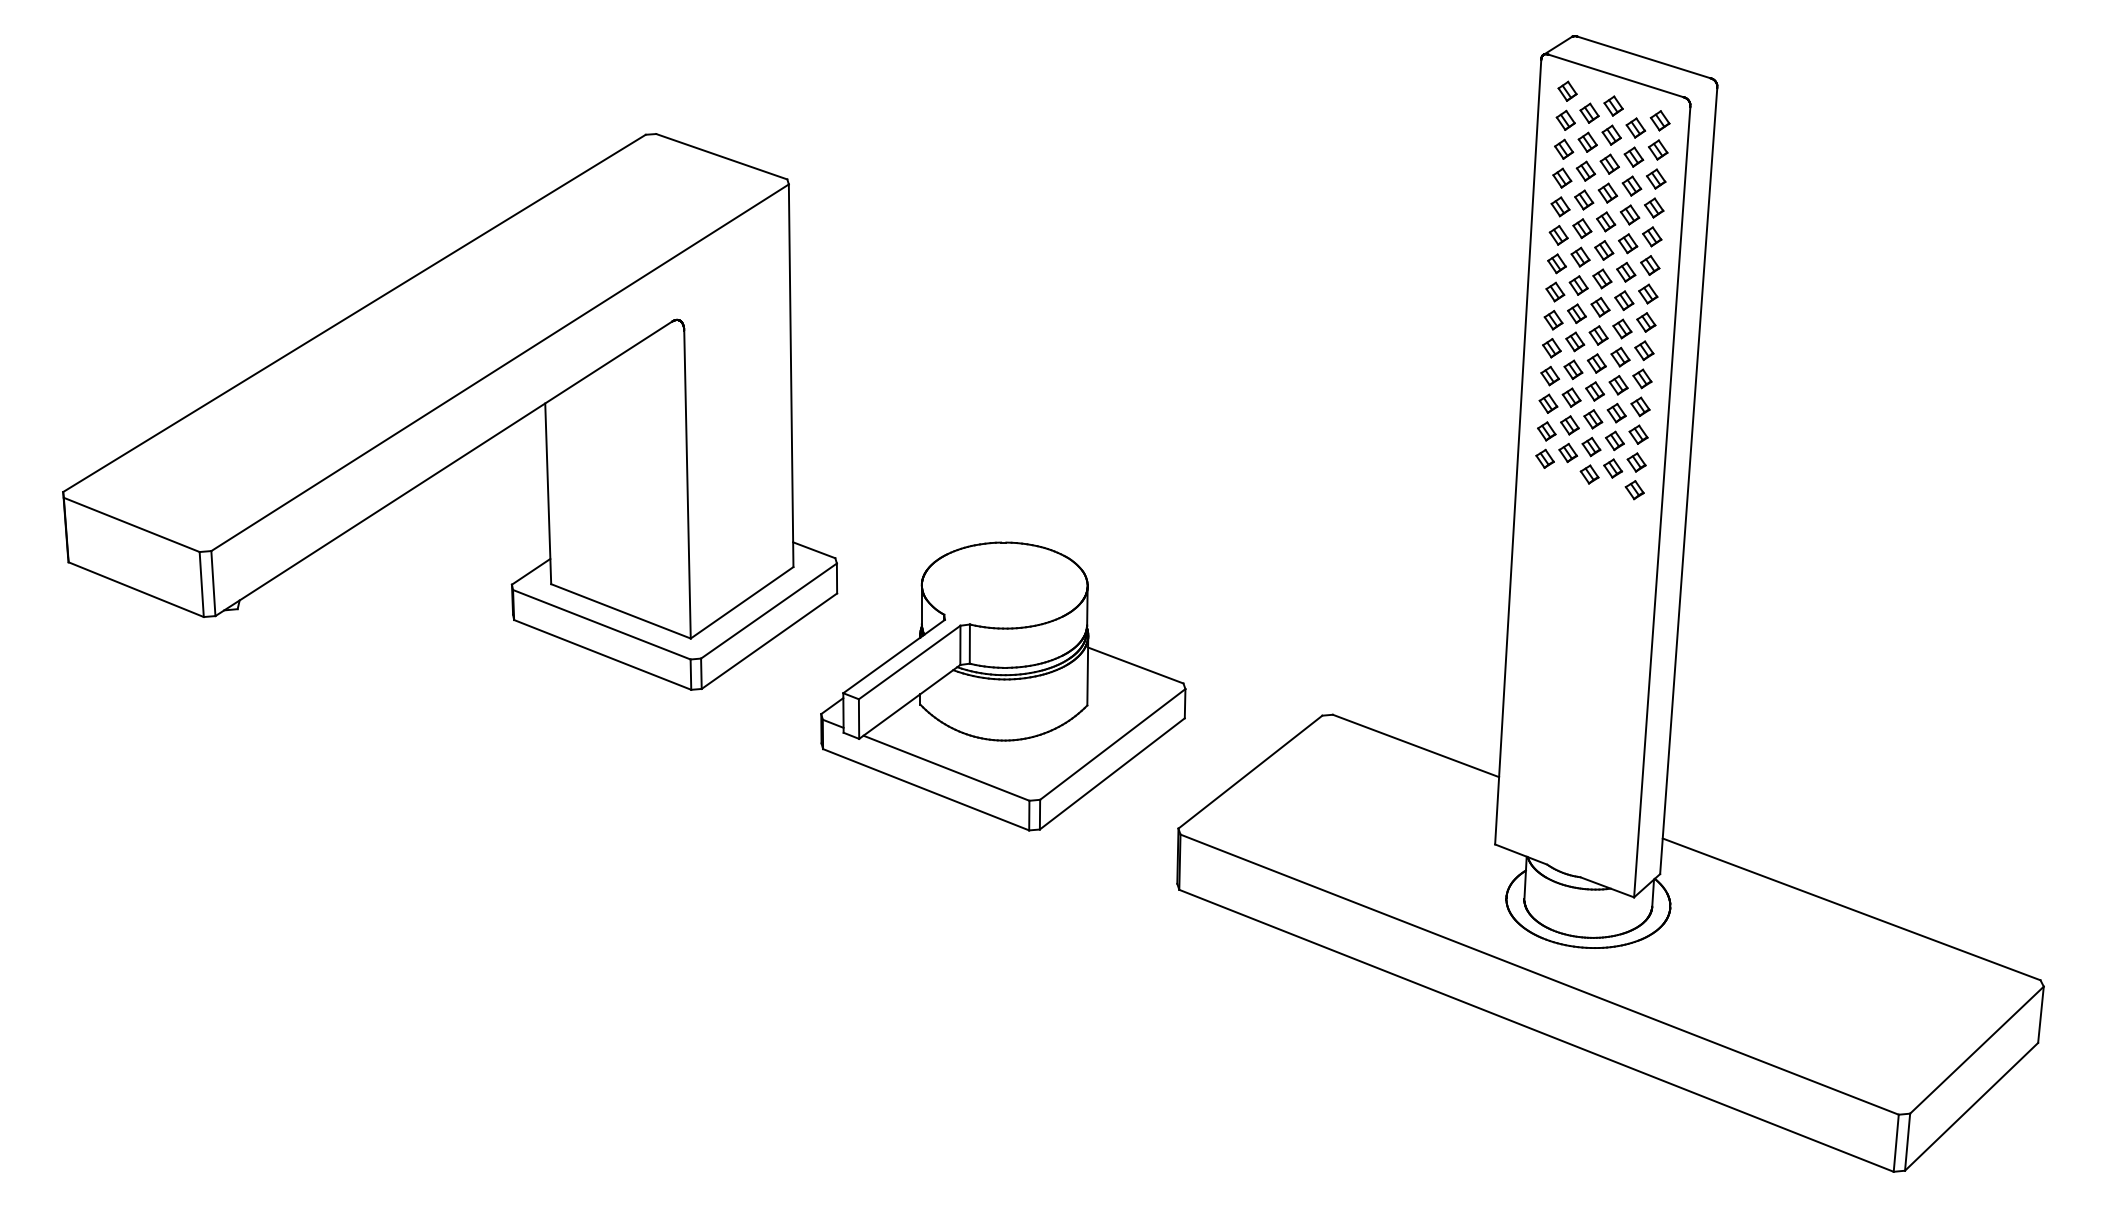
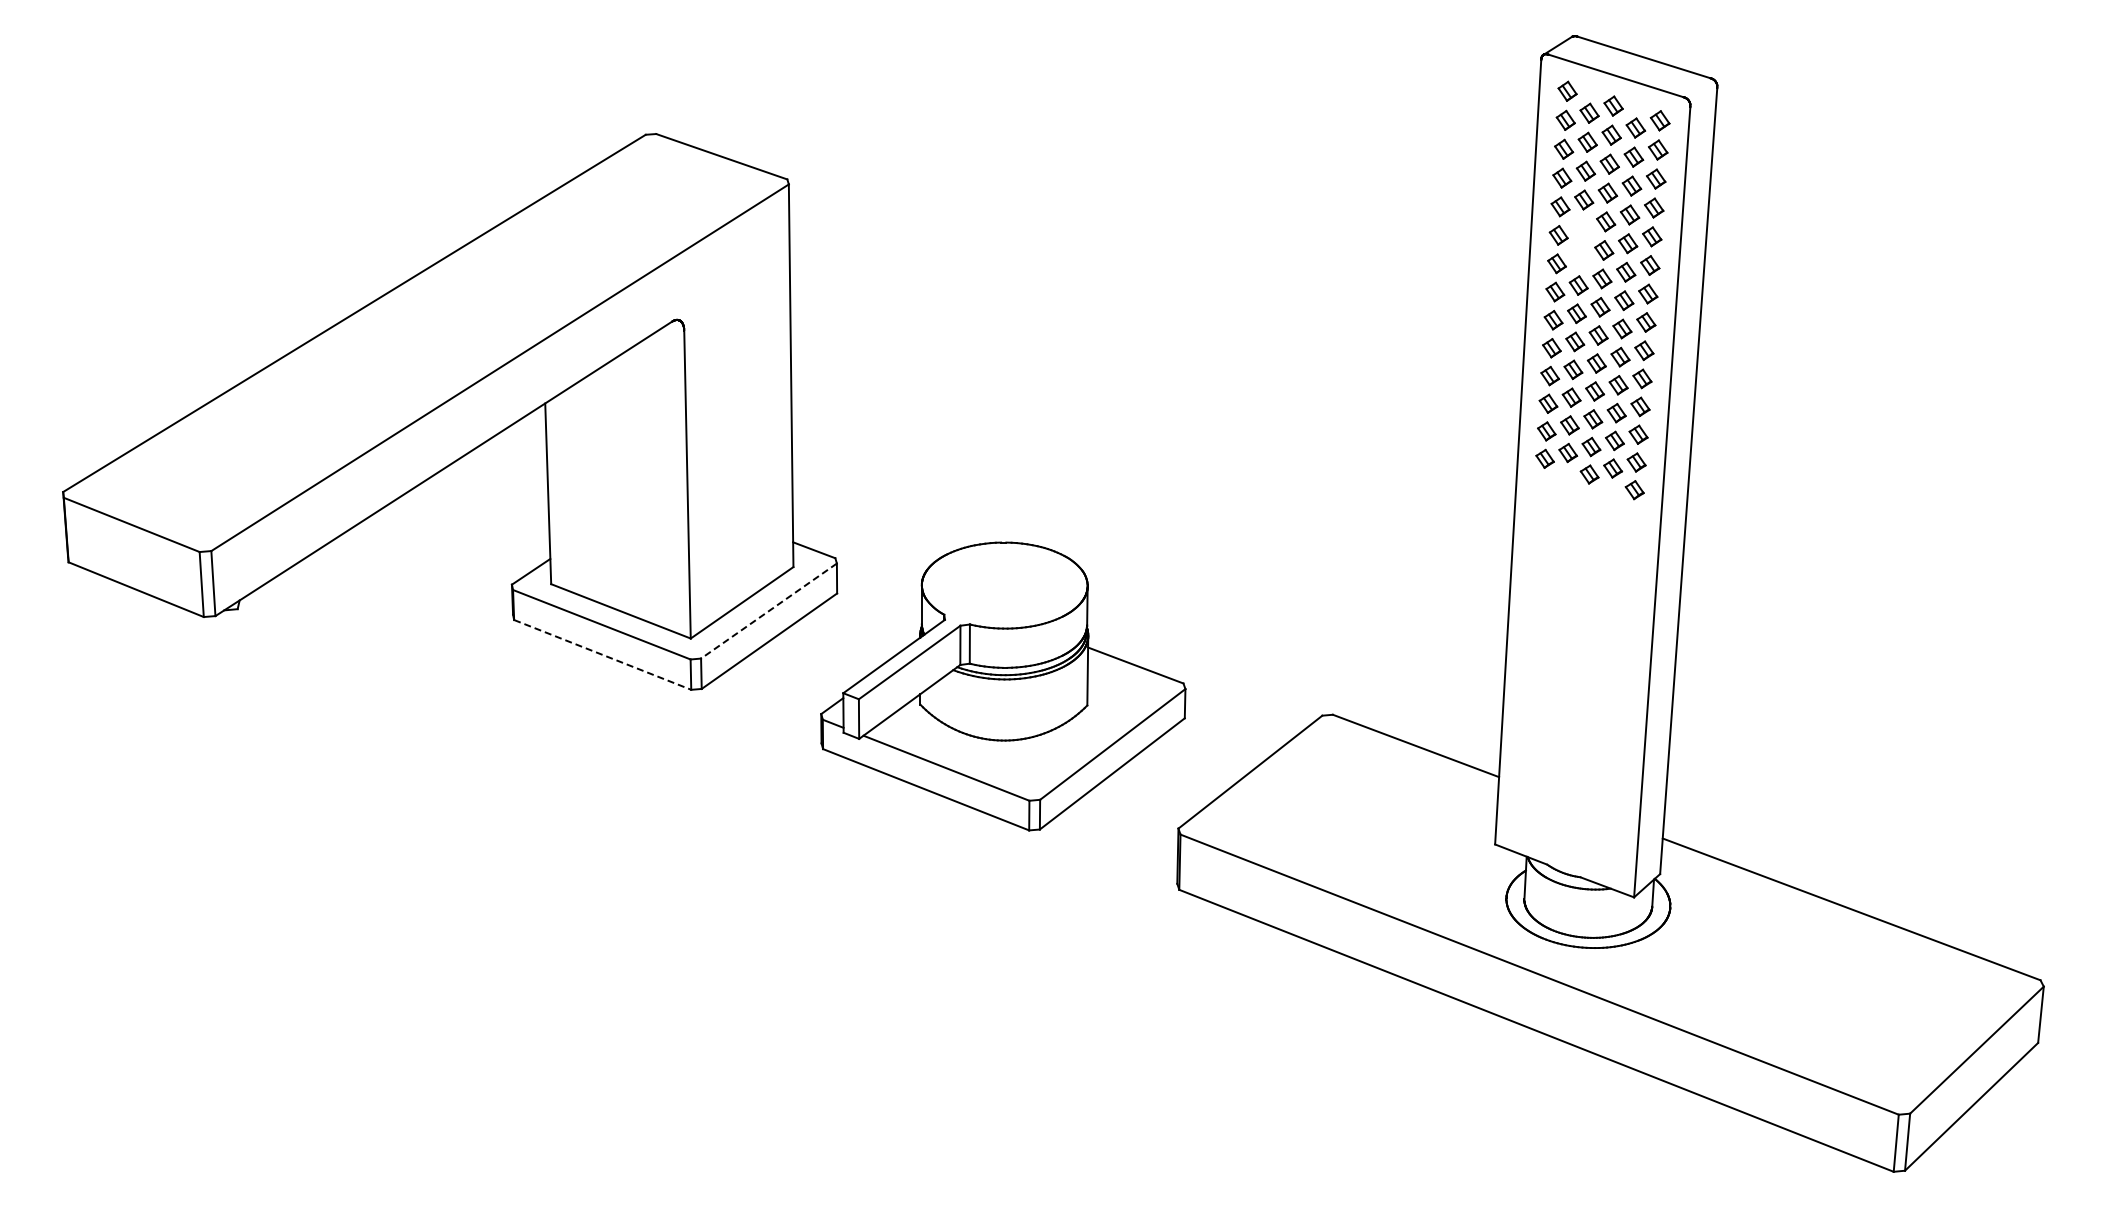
part at (1581, 242): present -> none
line at (768, 611): solid -> dashed
line at (603, 655): solid -> dashed
